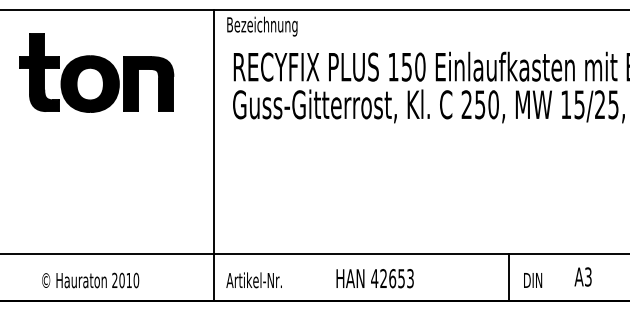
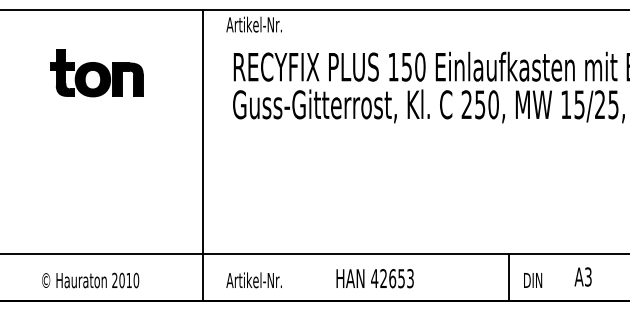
text at (261, 26): Bezeichnung -> Artikel-Nr.
part at (96, 72) size: 156x80 px -> 94x49 px
line at (214, 155) position: (214, 155) -> (203, 155)
